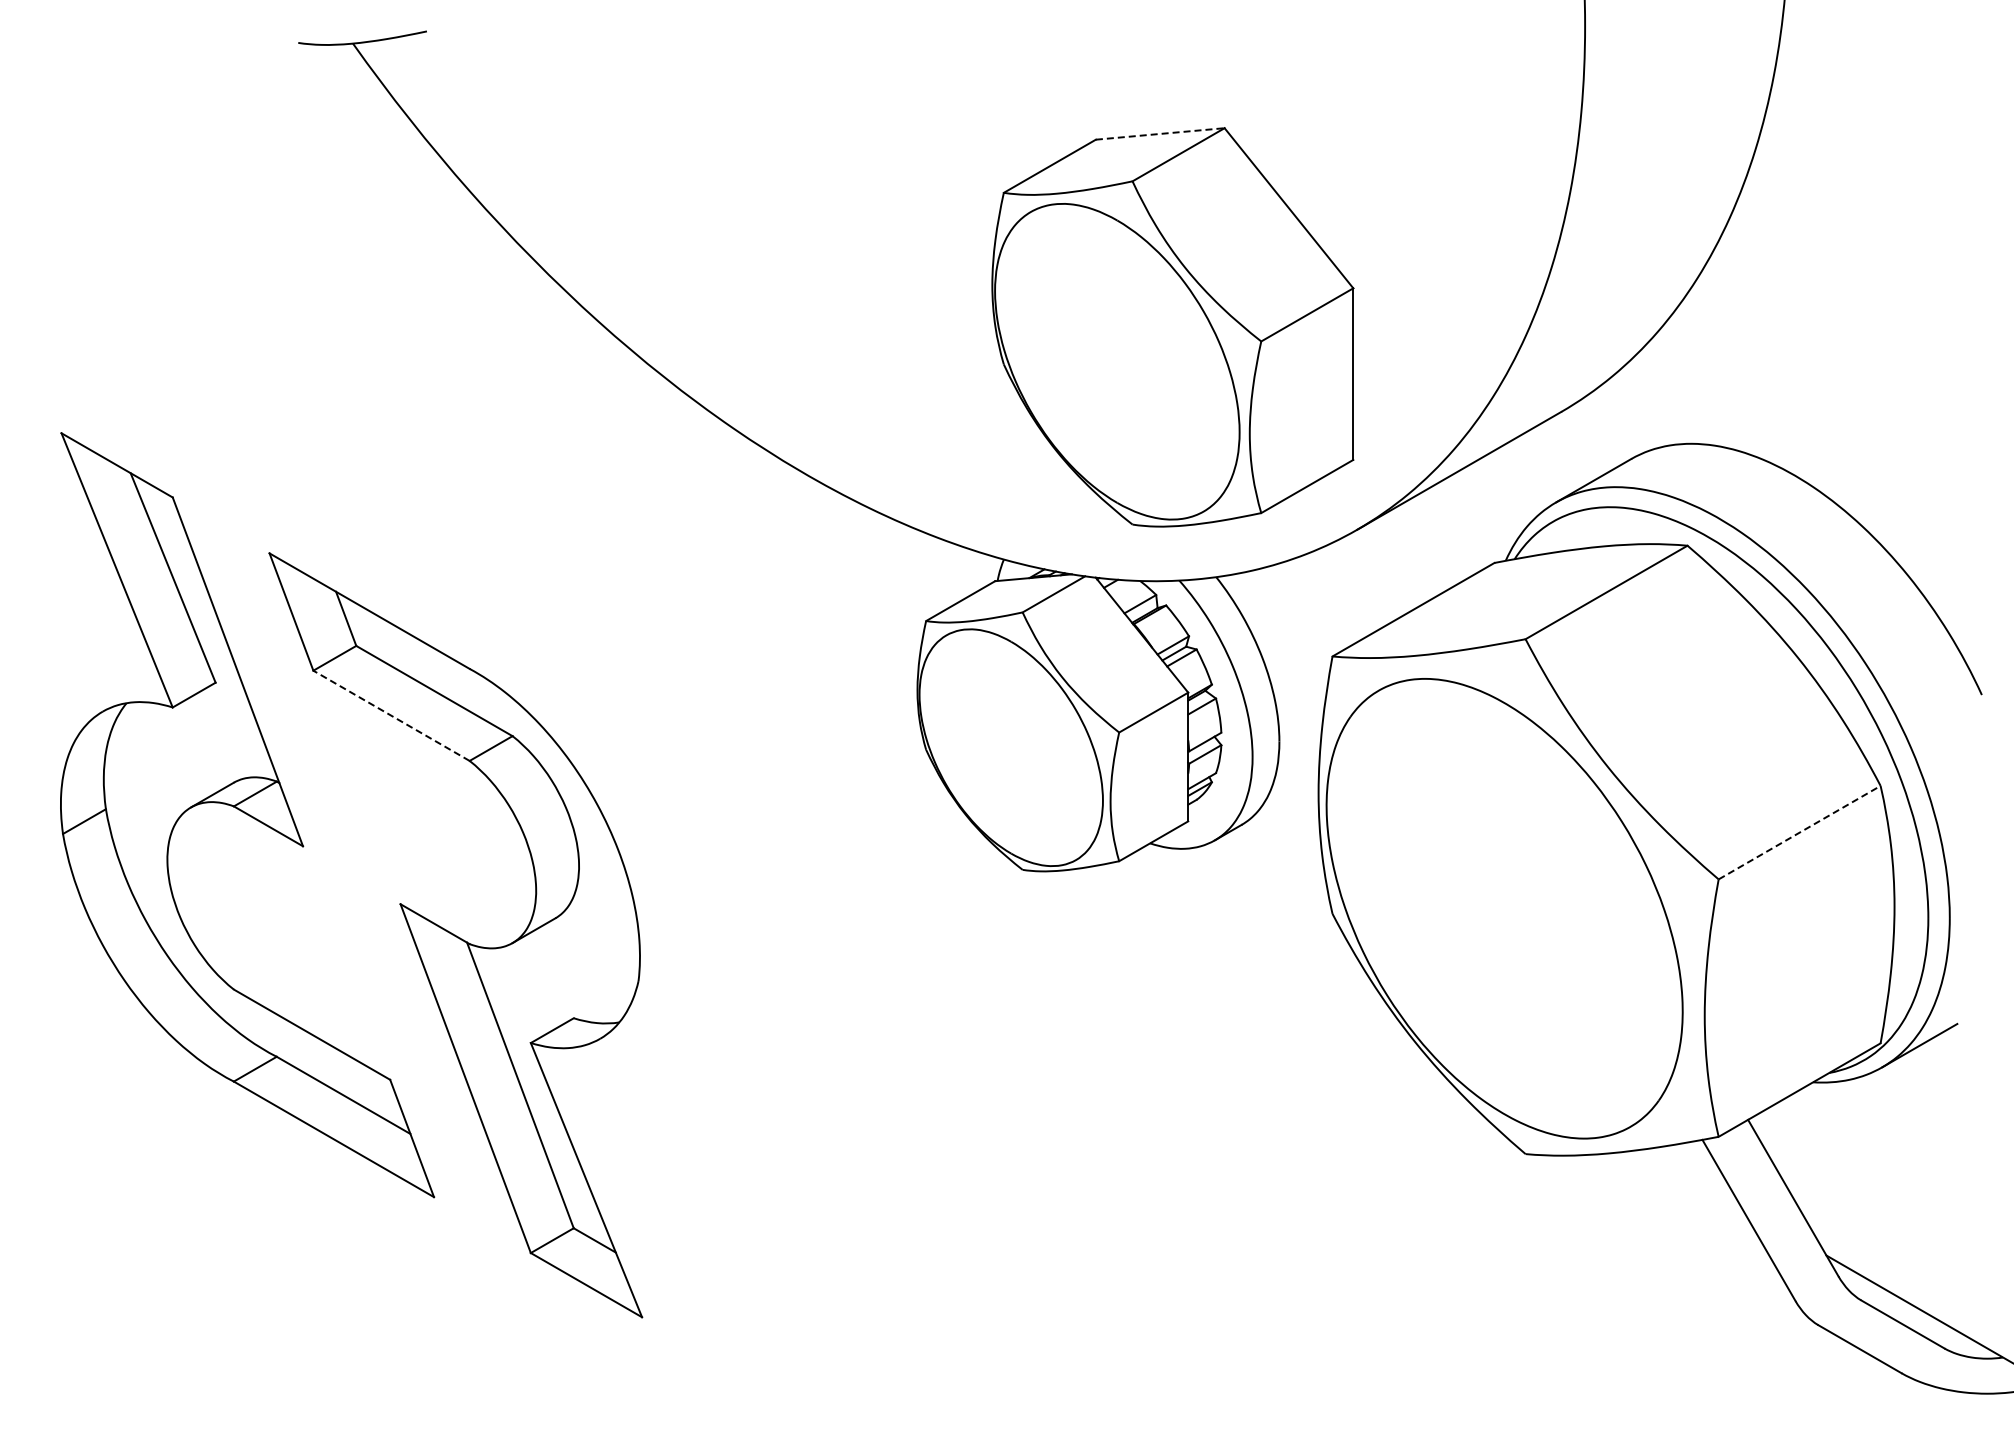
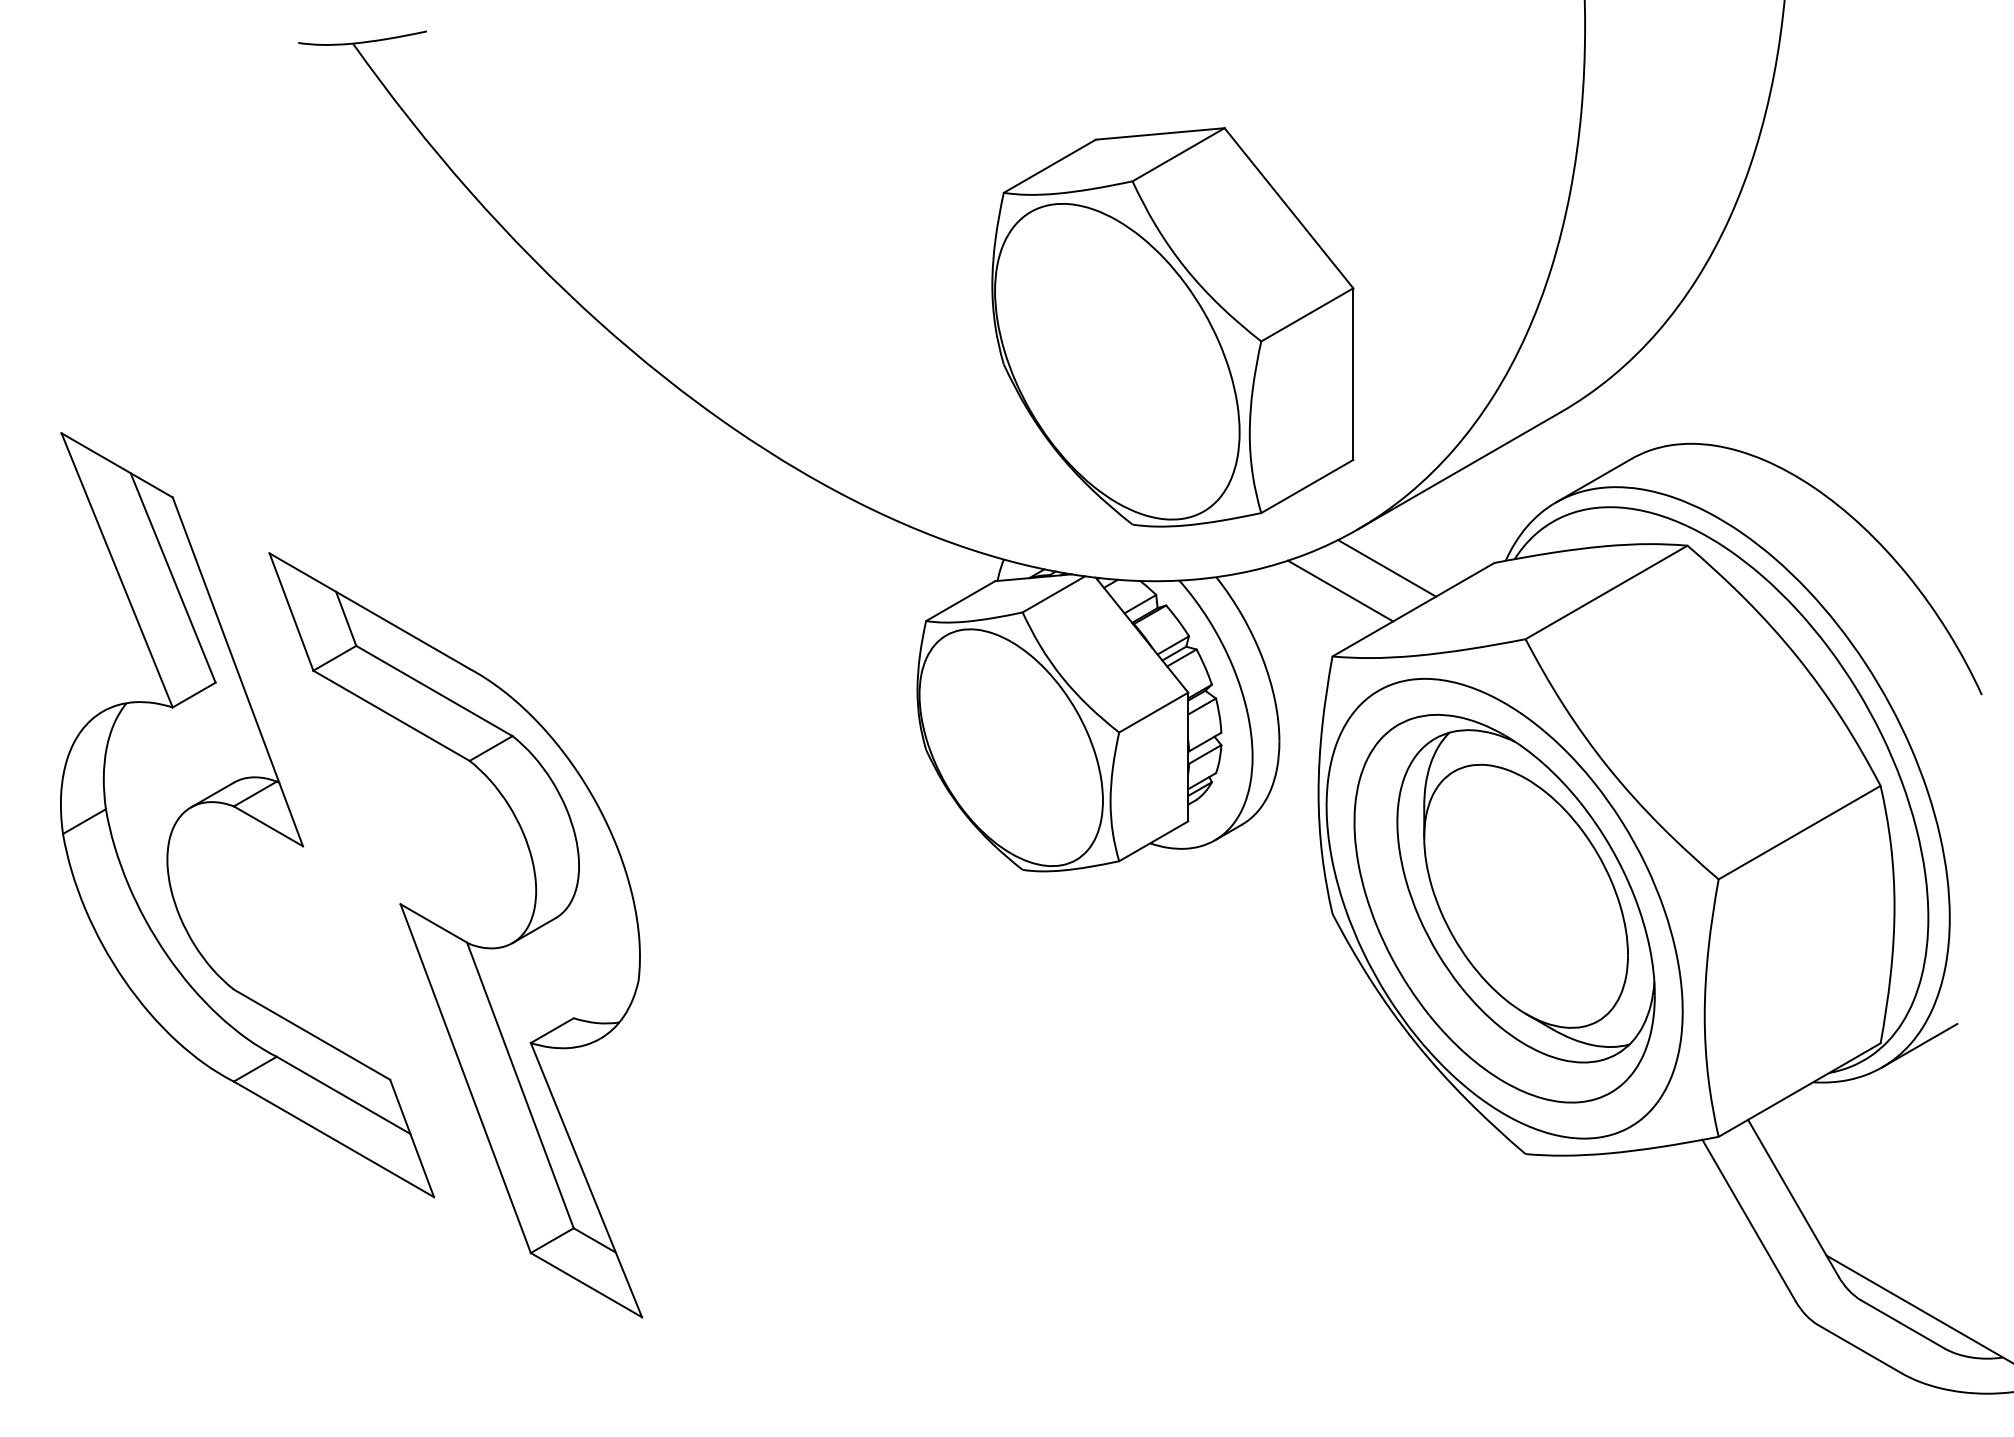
line at (1160, 133): dashed -> solid
line at (1387, 568): none -> present
line at (1340, 590): none -> present
line at (391, 715): dashed -> solid
line at (1800, 832): dashed -> solid
part at (1504, 908): none -> present
